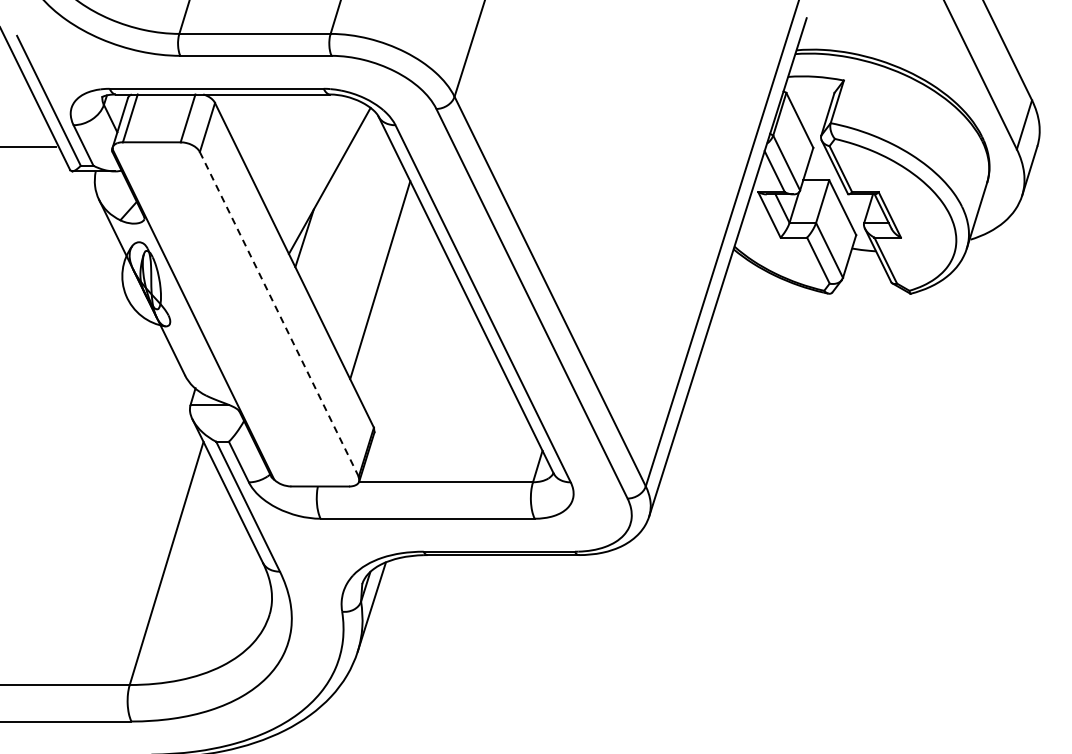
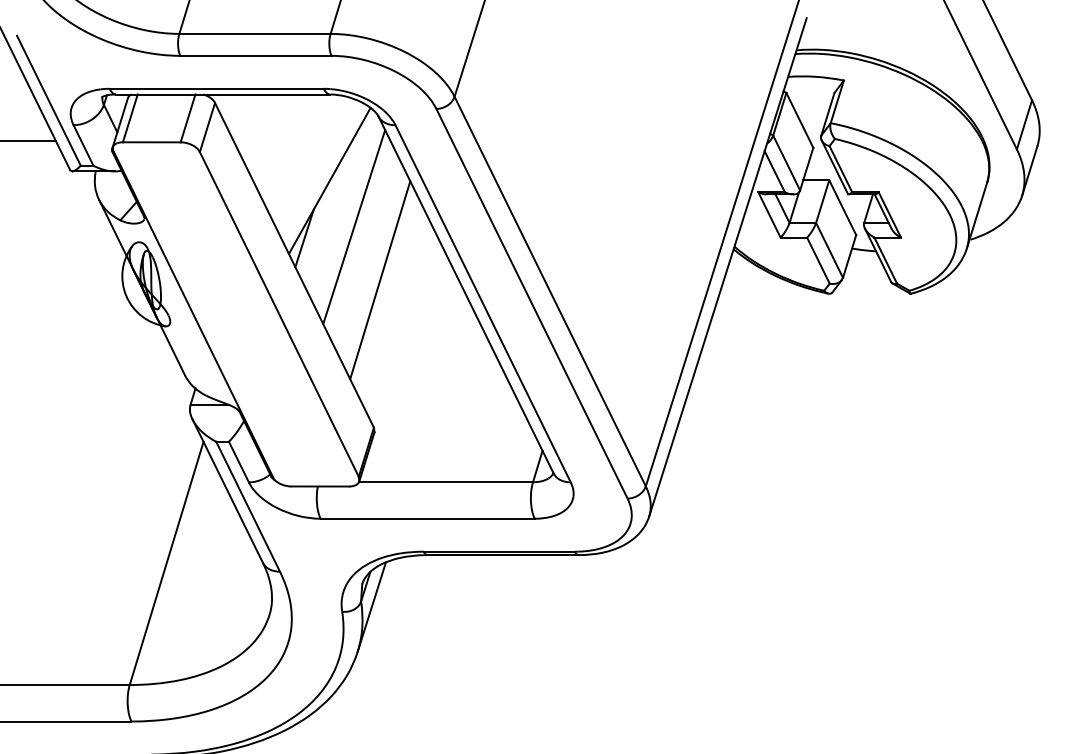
line at (28, 146) position: (28, 146) -> (28, 140)
line at (354, 227): none -> present
line at (279, 314): dashed -> solid
